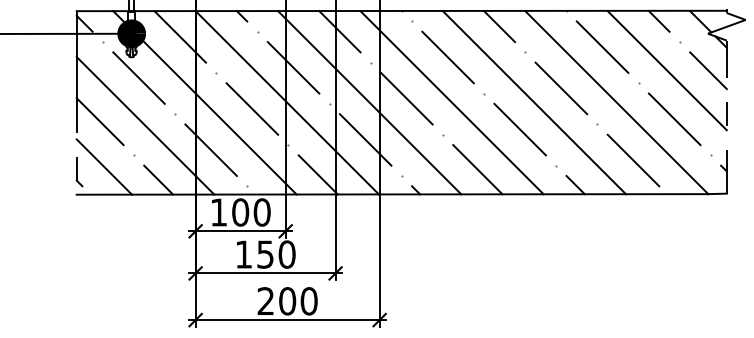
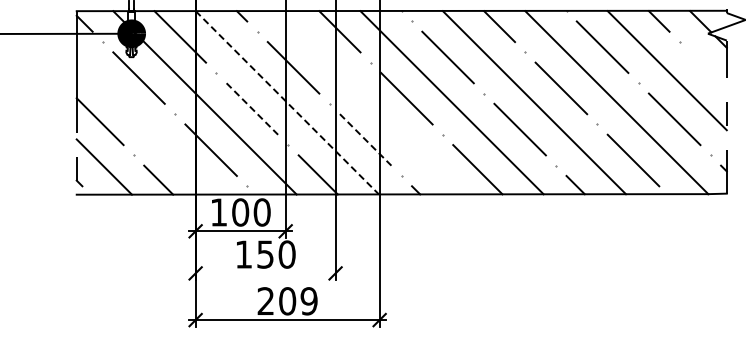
line at (708, 70): present -> none
line at (287, 102): solid -> dashed
line at (369, 102): present -> none
line at (252, 109): solid -> dashed
line at (145, 125): present -> none
line at (366, 140): solid -> dashed
line at (265, 273): present -> none
text at (308, 301): 200 -> 209
